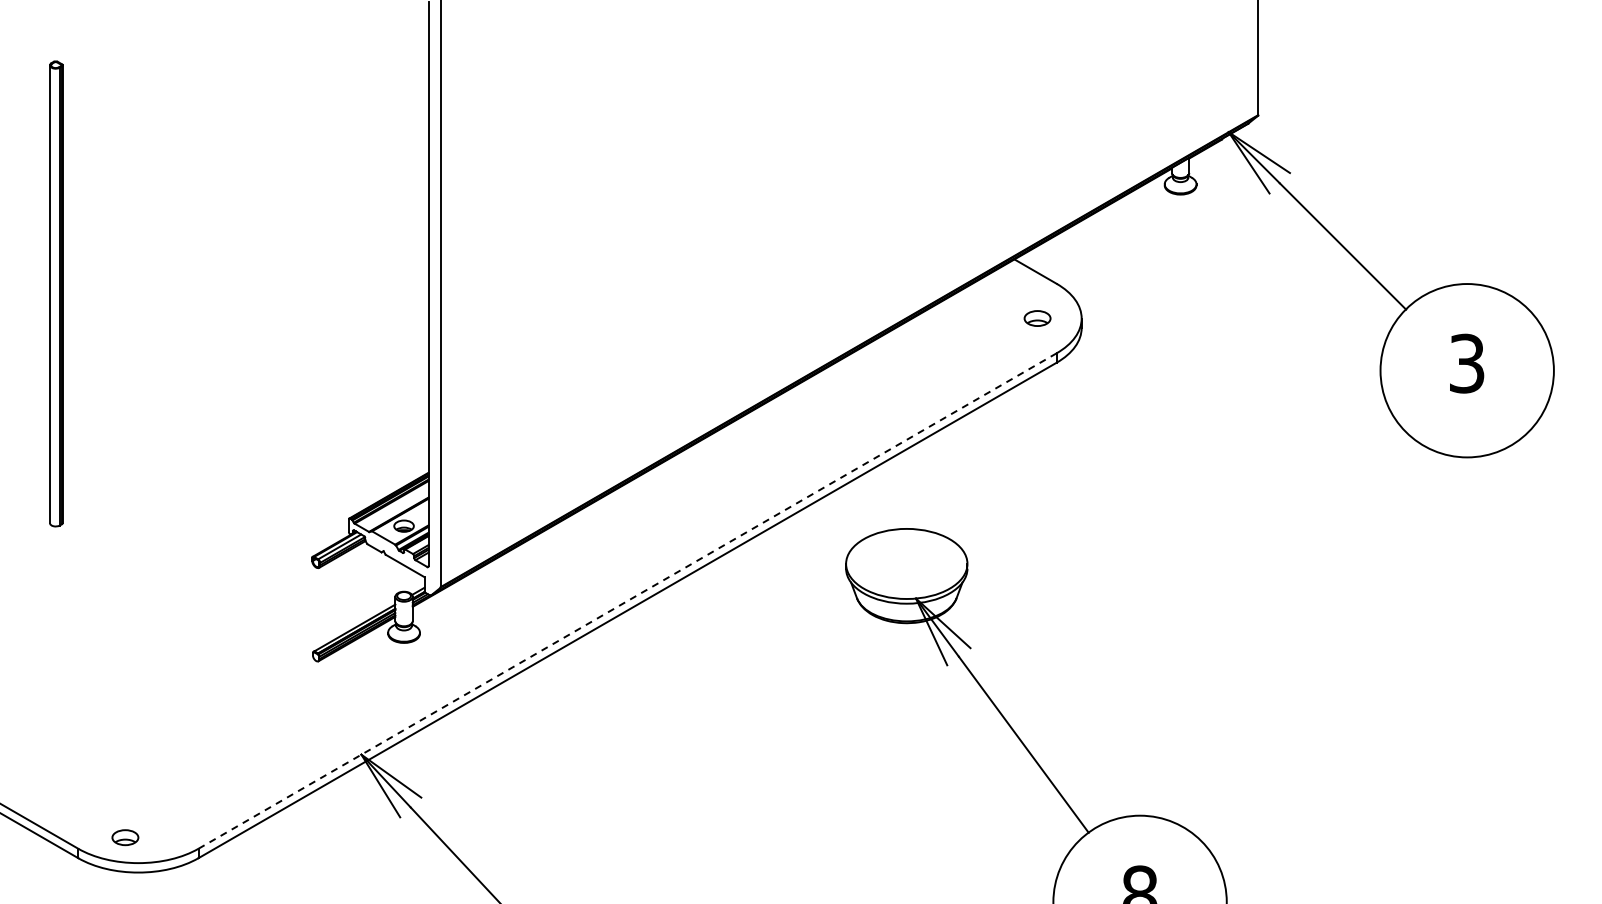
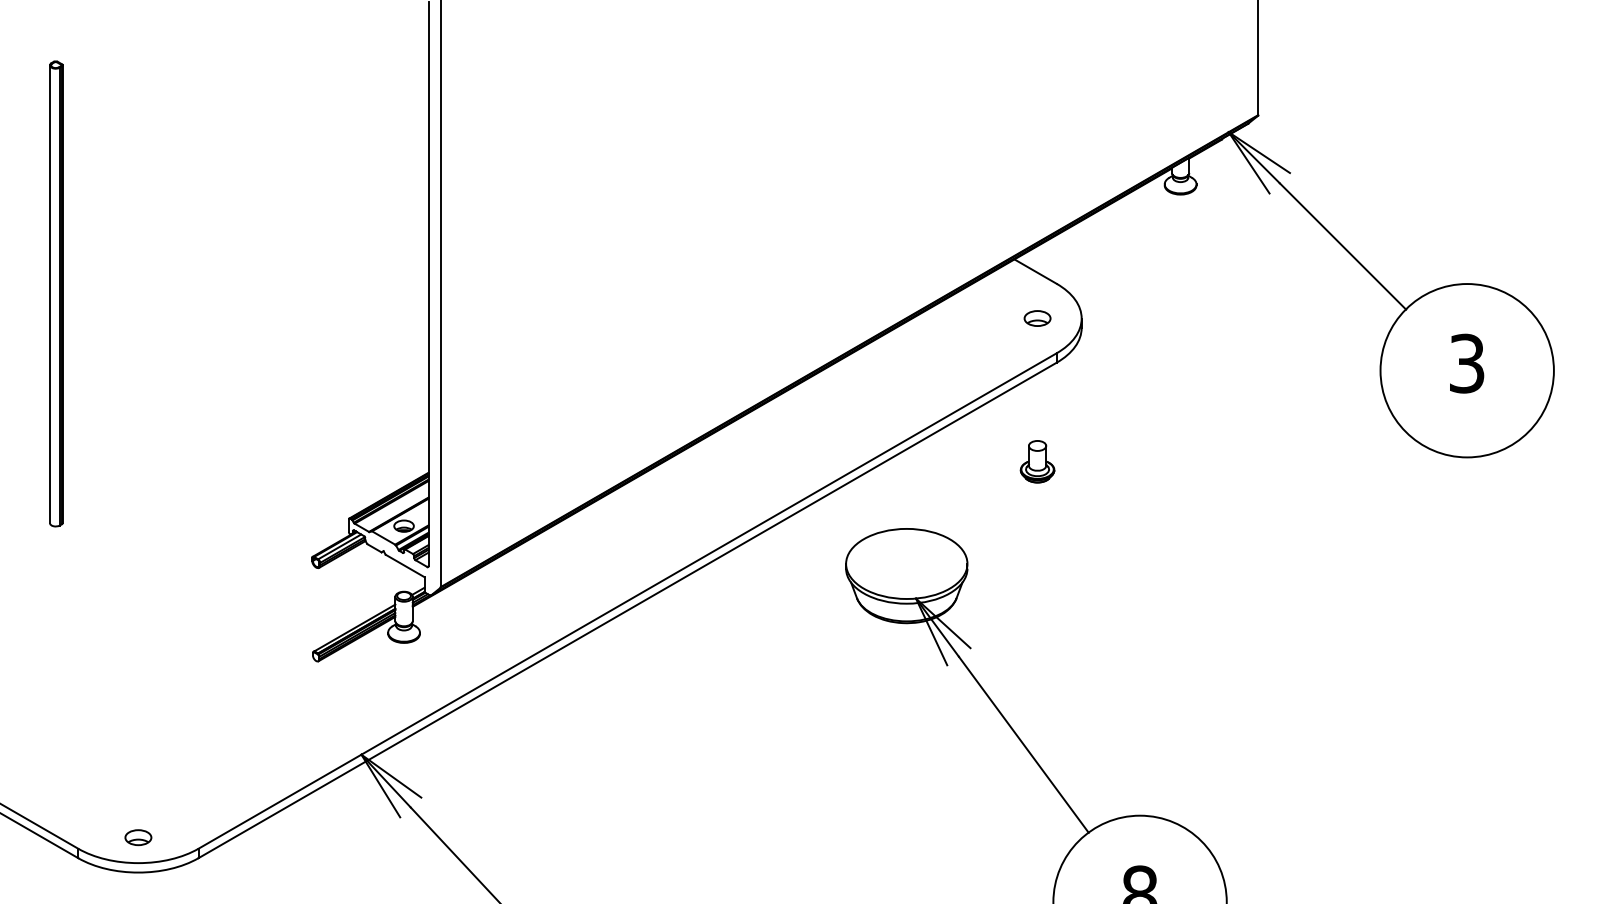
part at (1037, 461): none -> present
line at (627, 601): dashed -> solid
part at (125, 837) position: (125, 837) -> (138, 837)
